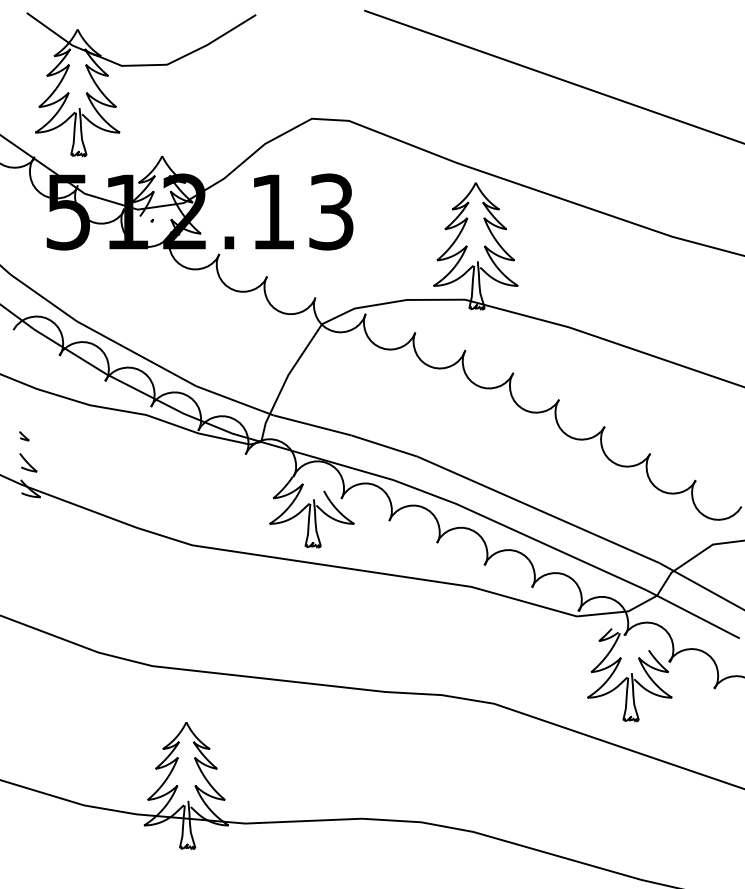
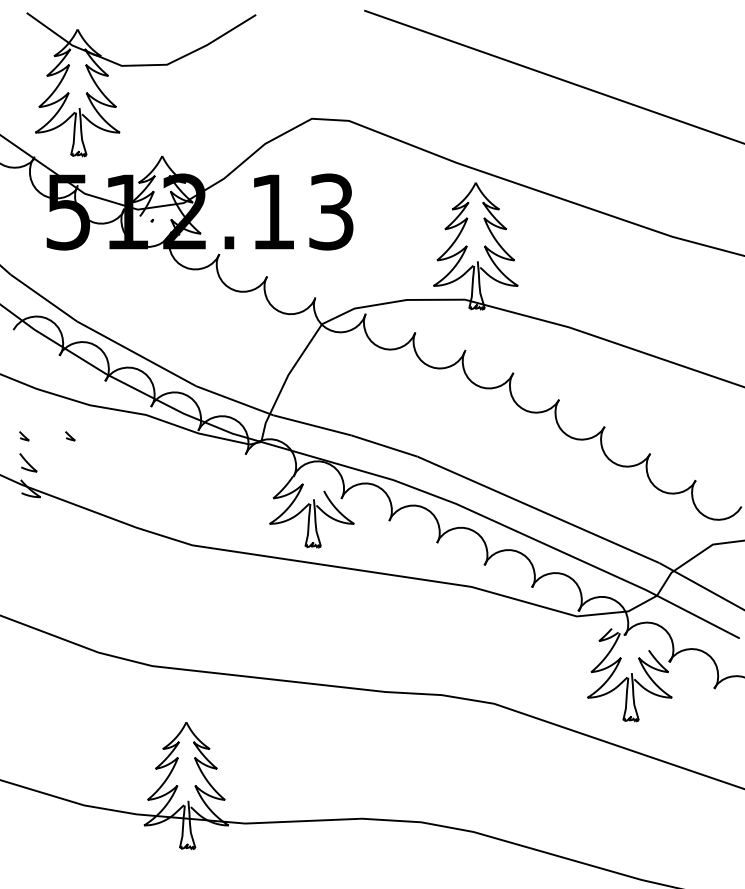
curve at (70, 436): none -> present
